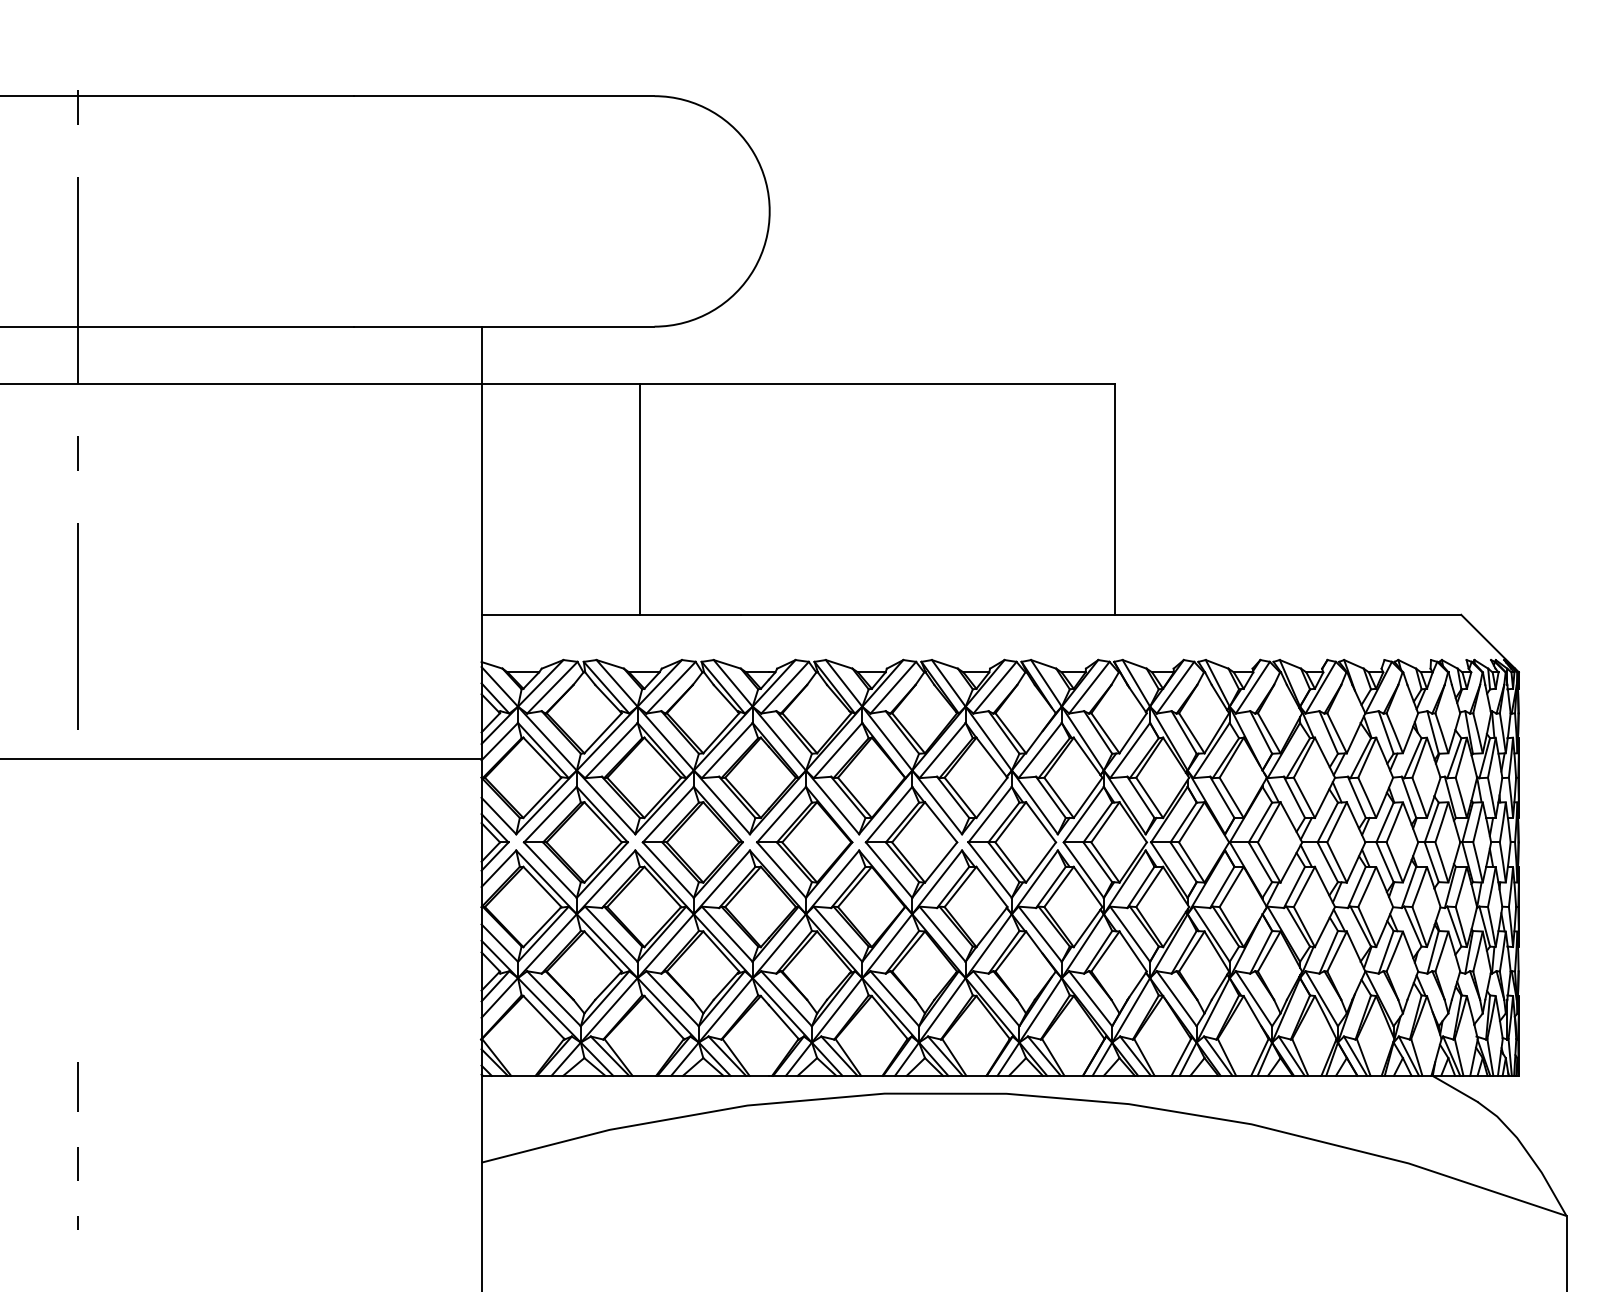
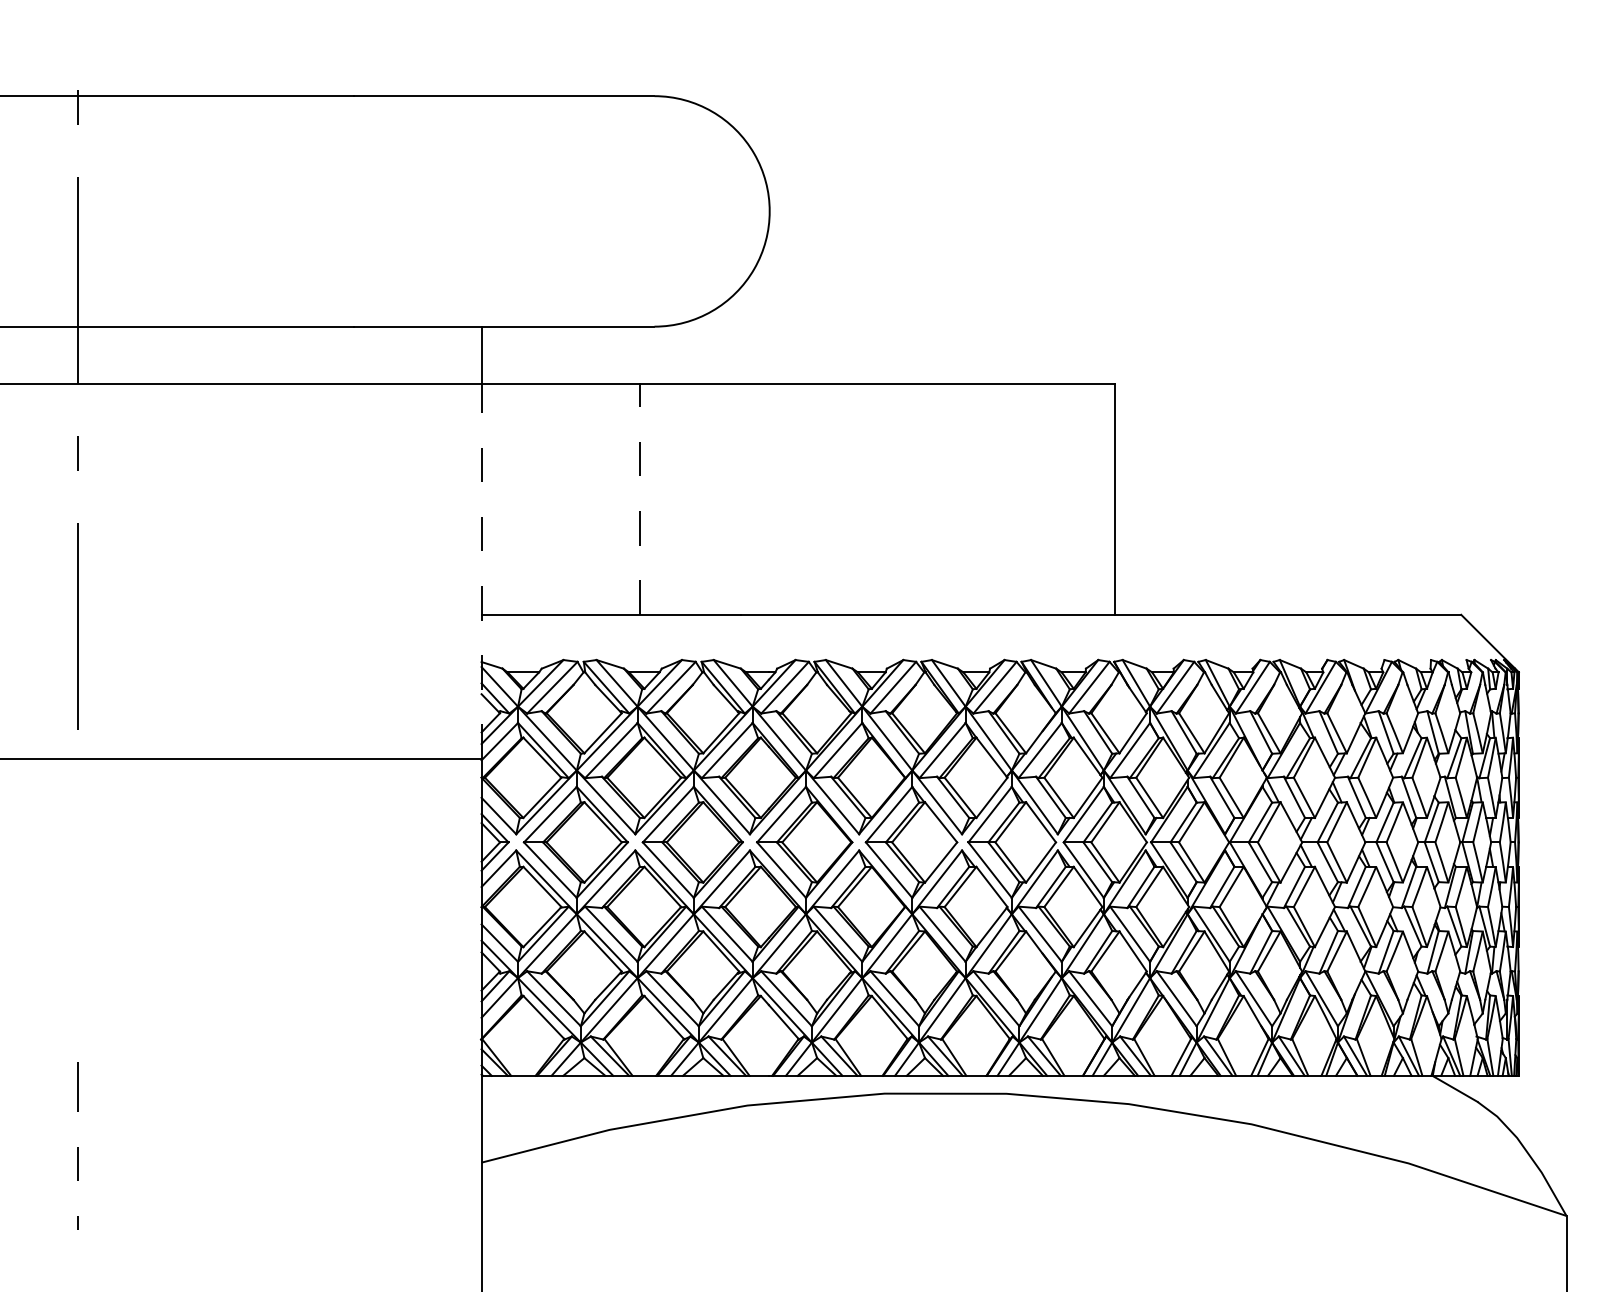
line at (640, 499): solid -> dashed
line at (481, 571): solid -> dashed
